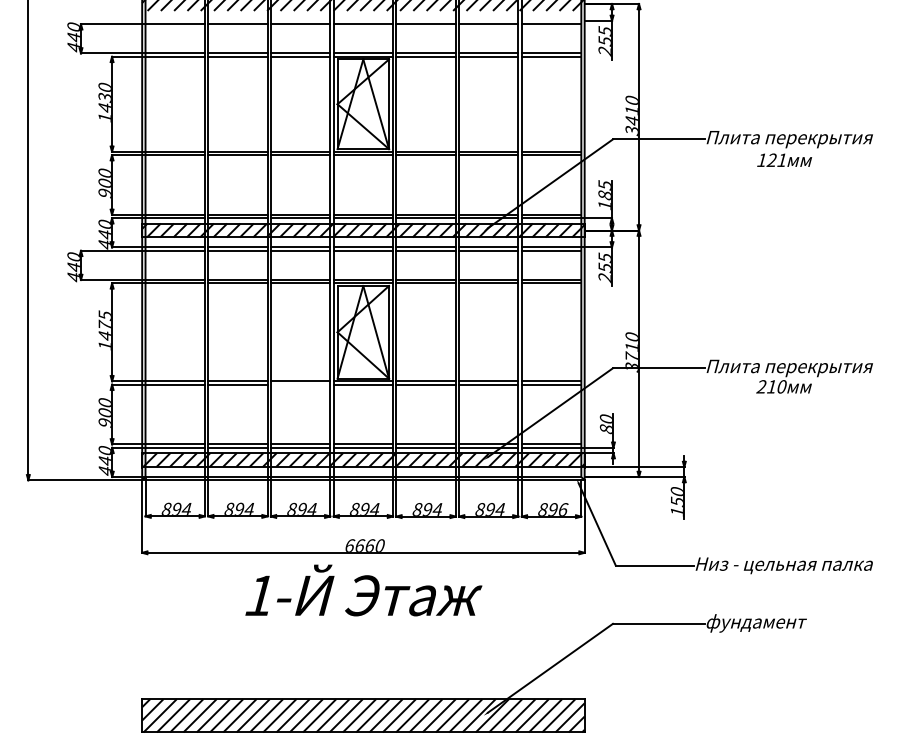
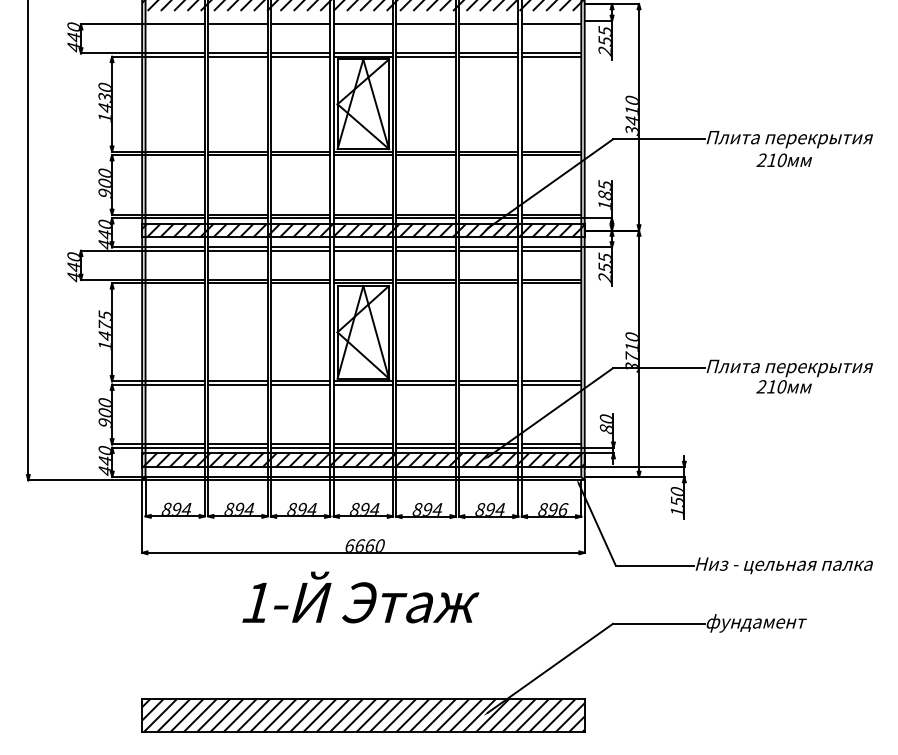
text at (771, 160): 121 -> 210
line at (300, 384): none -> present
text at (363, 590) position: (363, 590) -> (360, 597)
